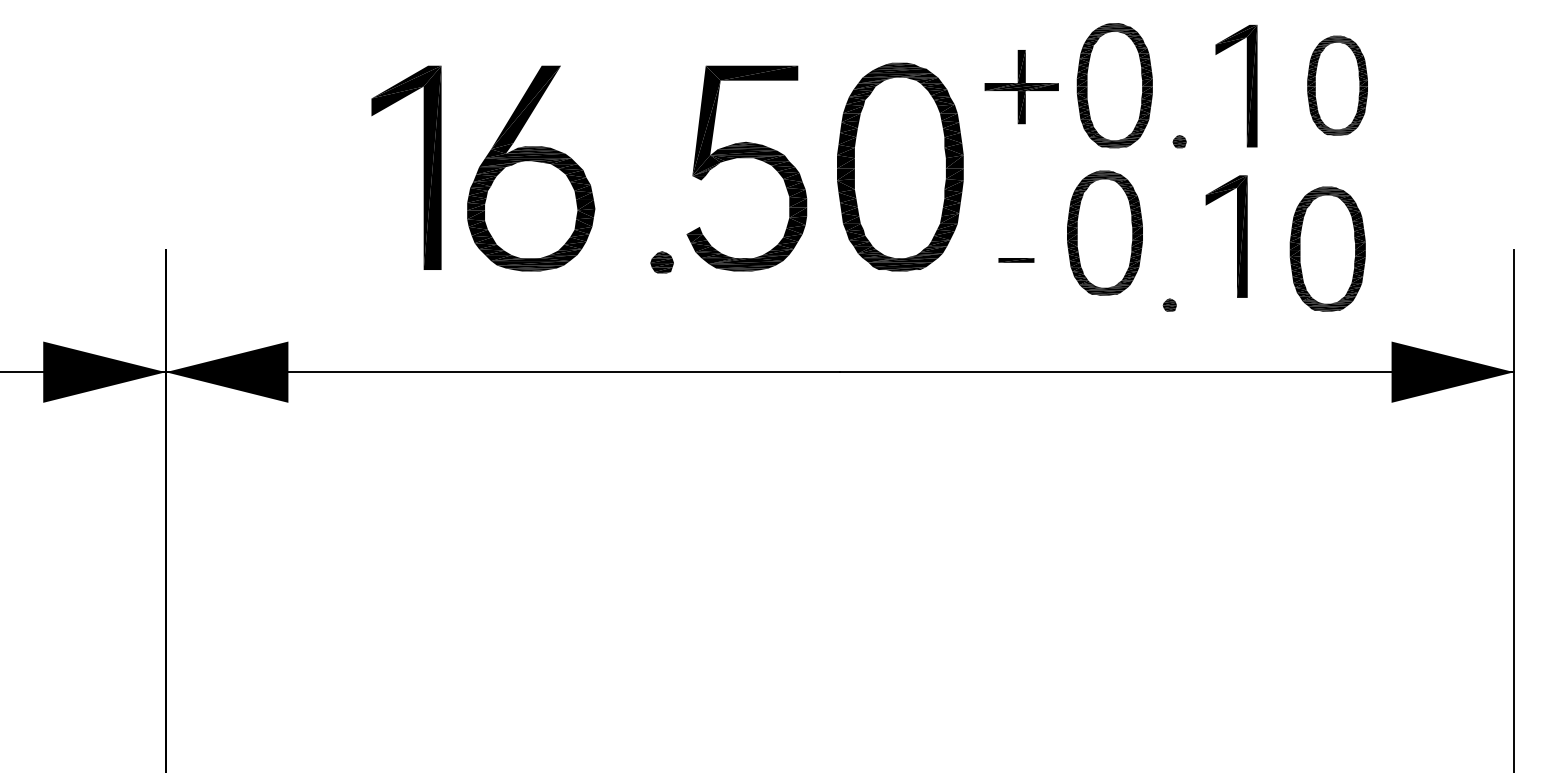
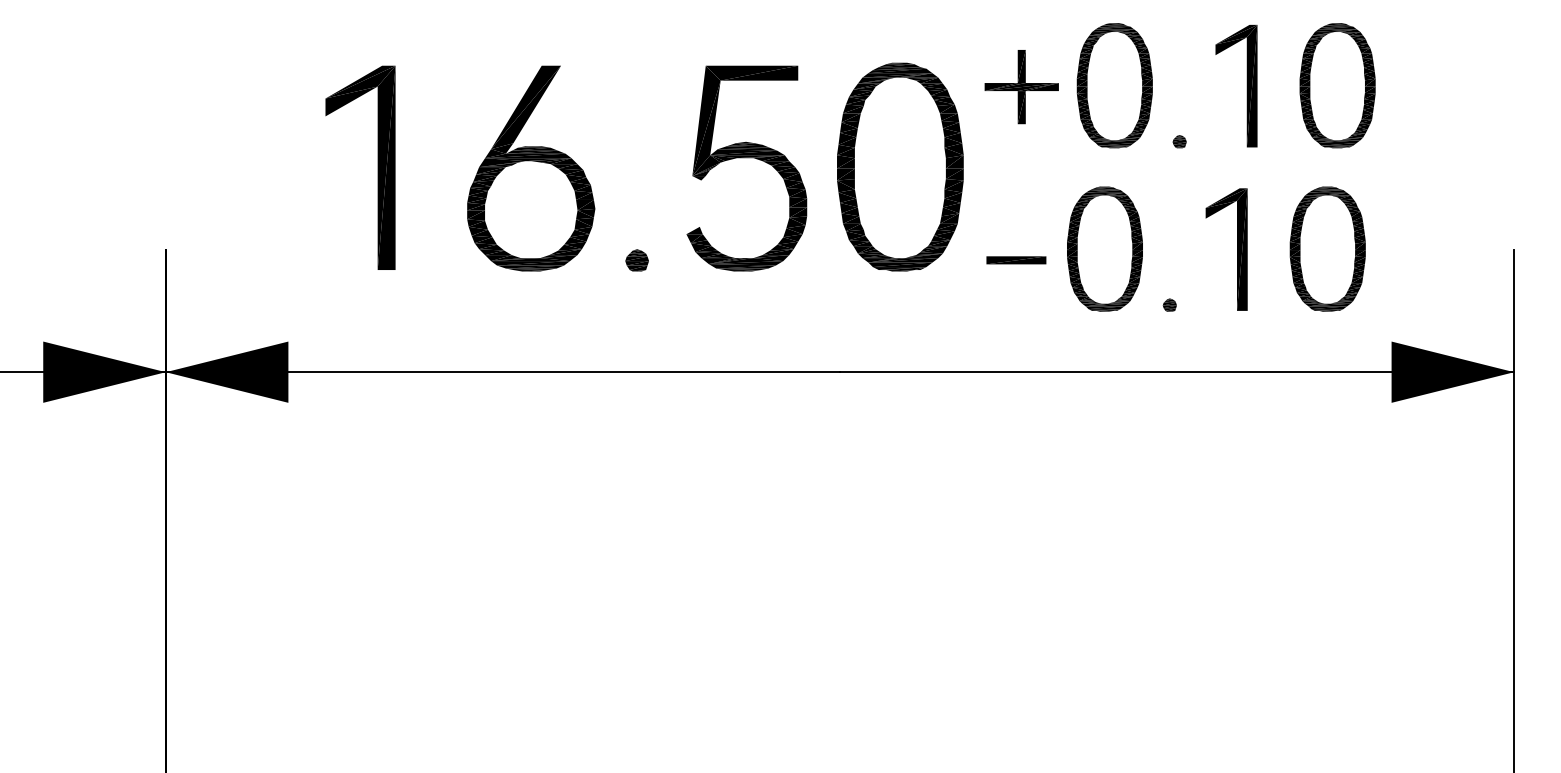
part at (1337, 85) size: 61x101 px -> 77x126 px
part at (423, 167) position: (423, 167) -> (377, 167)
part at (1104, 232) position: (1104, 232) -> (1104, 248)
part at (1237, 236) position: (1237, 236) -> (1237, 249)
part at (1016, 260) size: 37x5 px -> 61x9 px
part at (661, 262) position: (661, 262) -> (636, 260)
